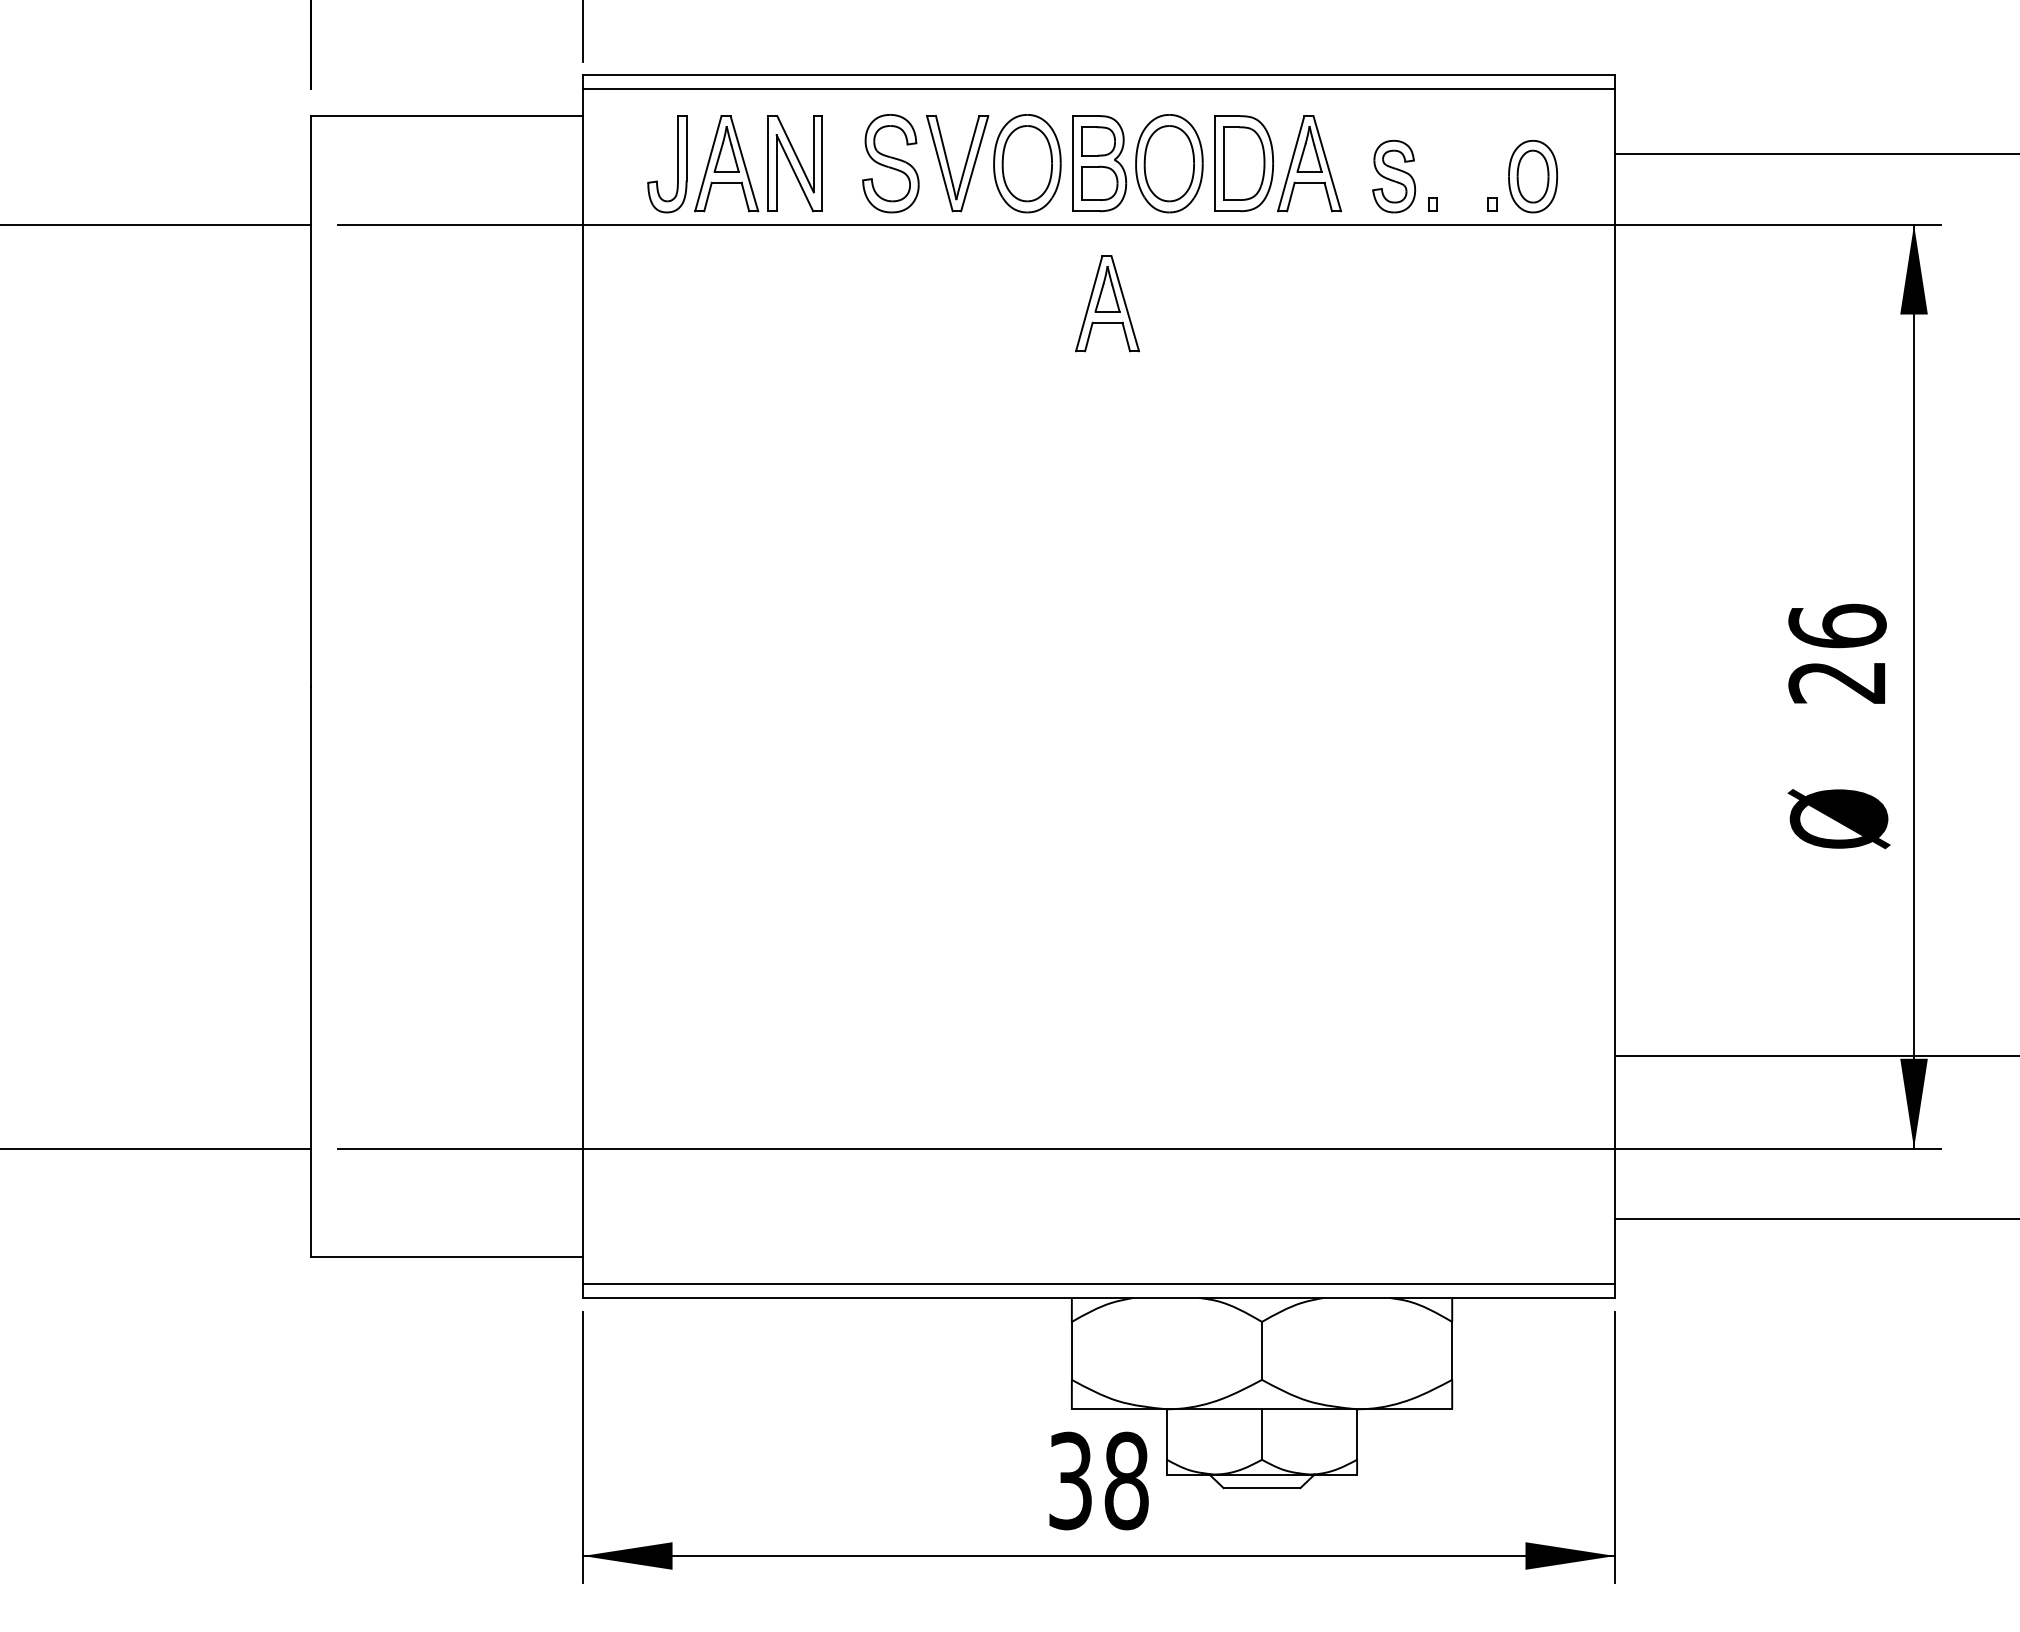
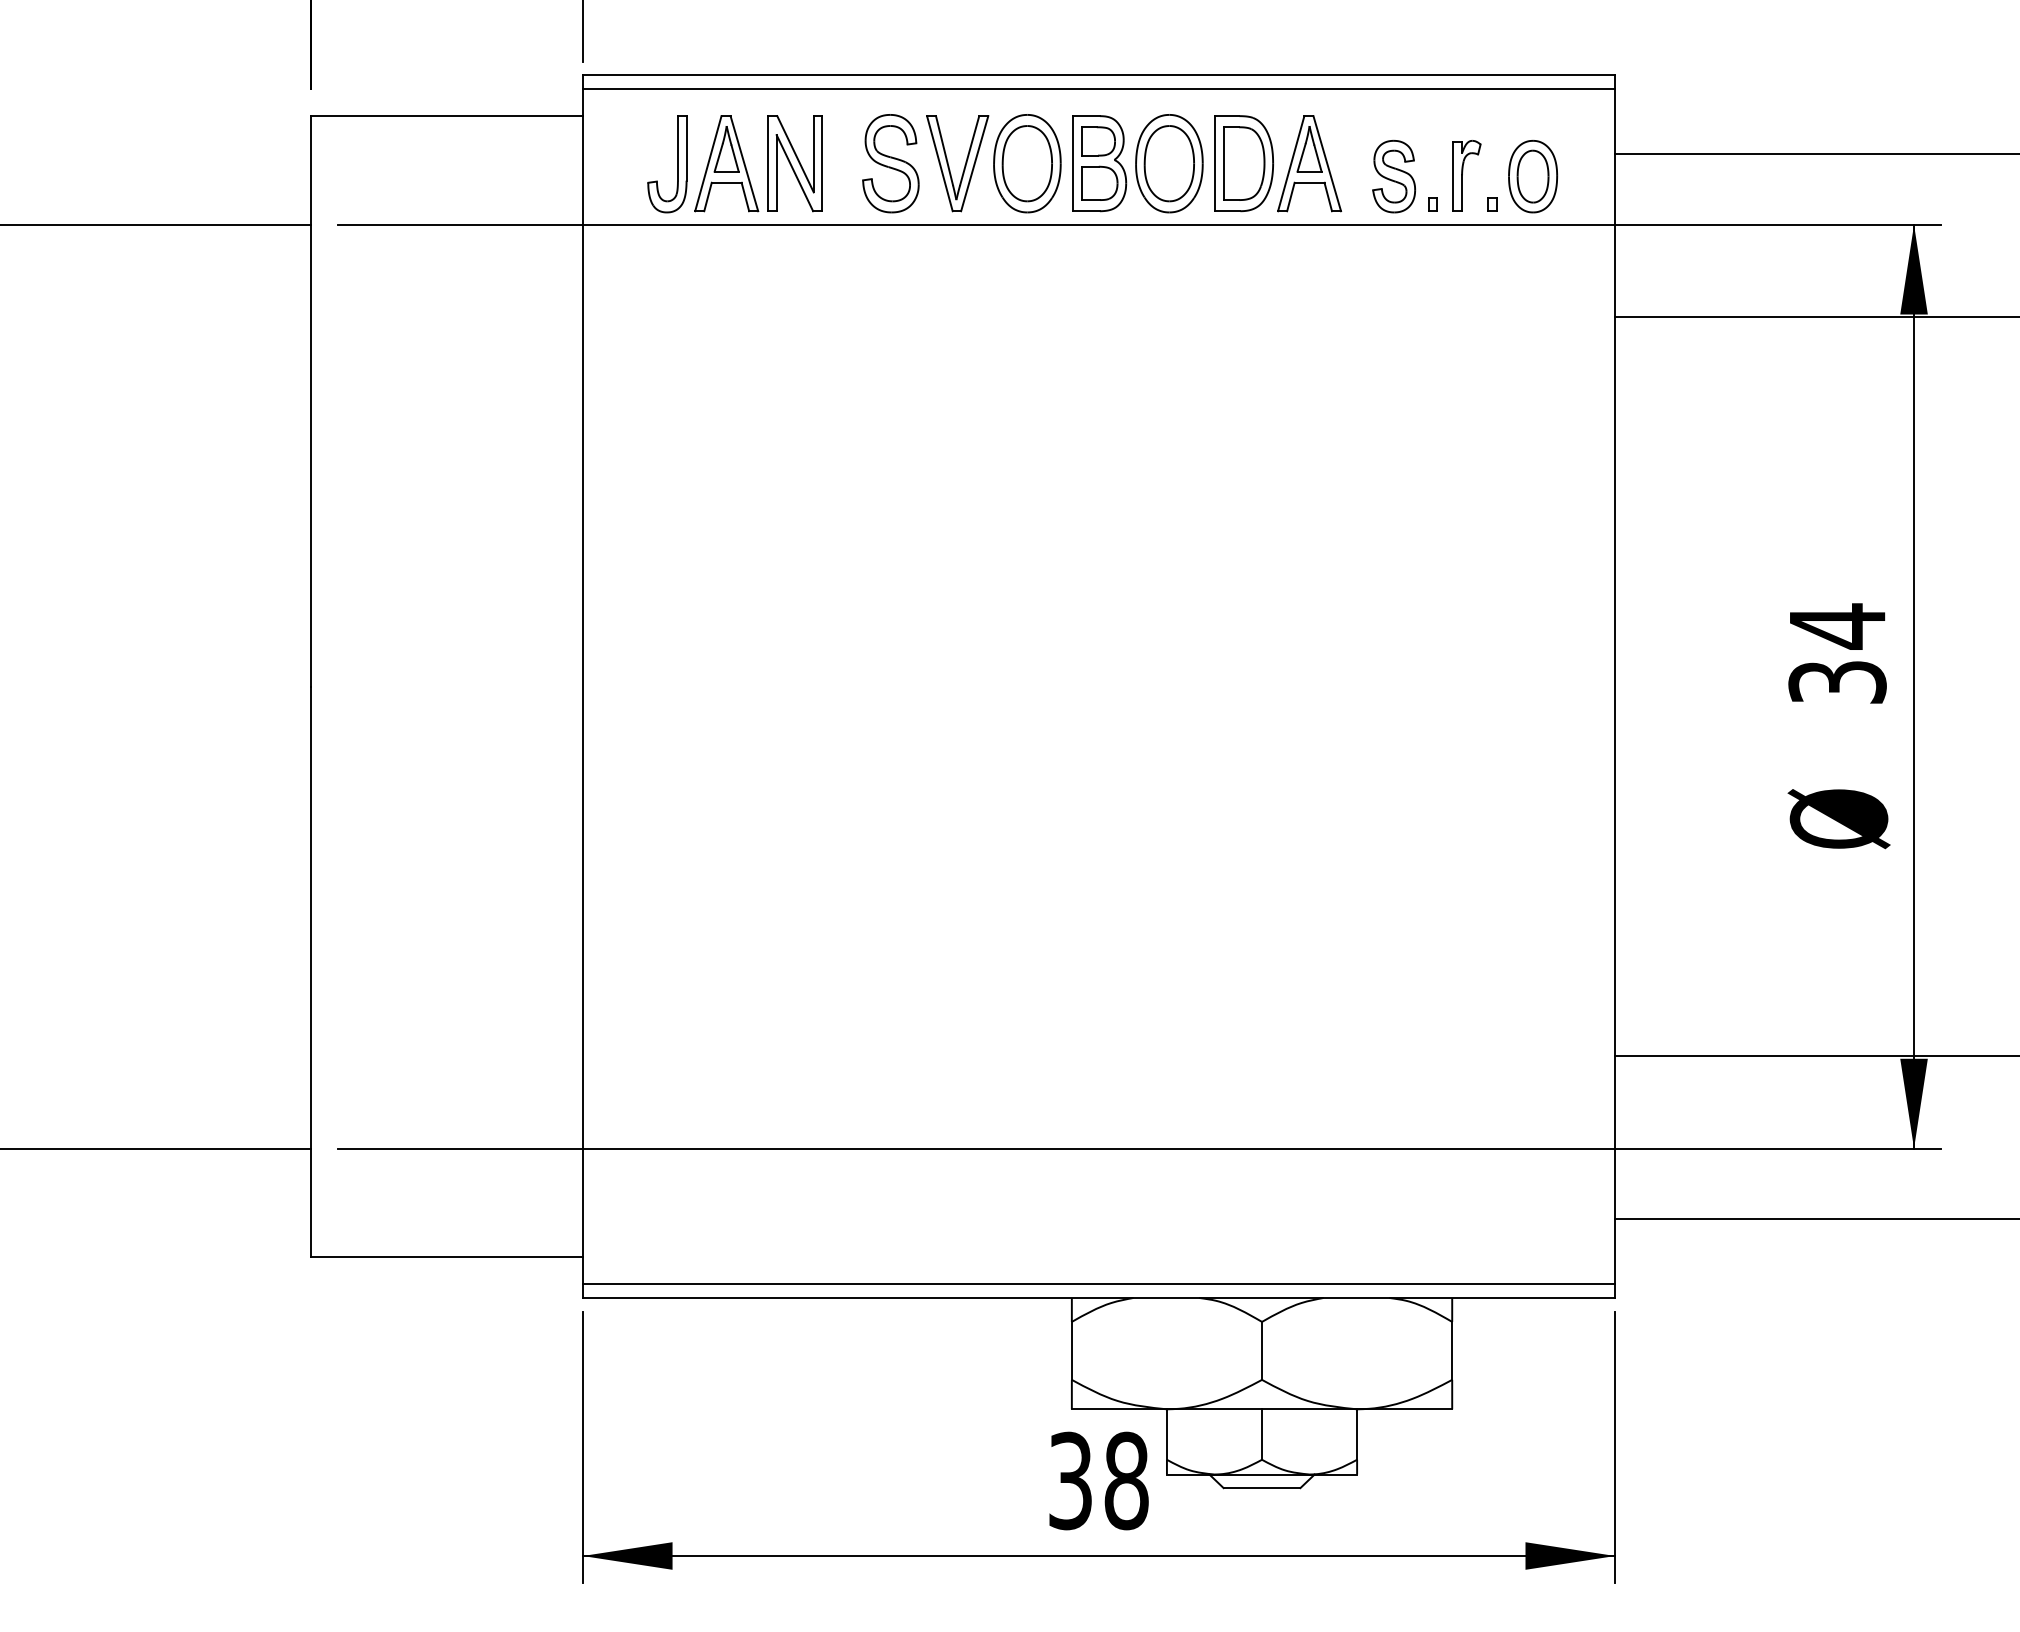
part at (1466, 175): none -> present
part at (1107, 303): present -> none
line at (1815, 317): none -> present
text at (1837, 653): 26 -> 34
